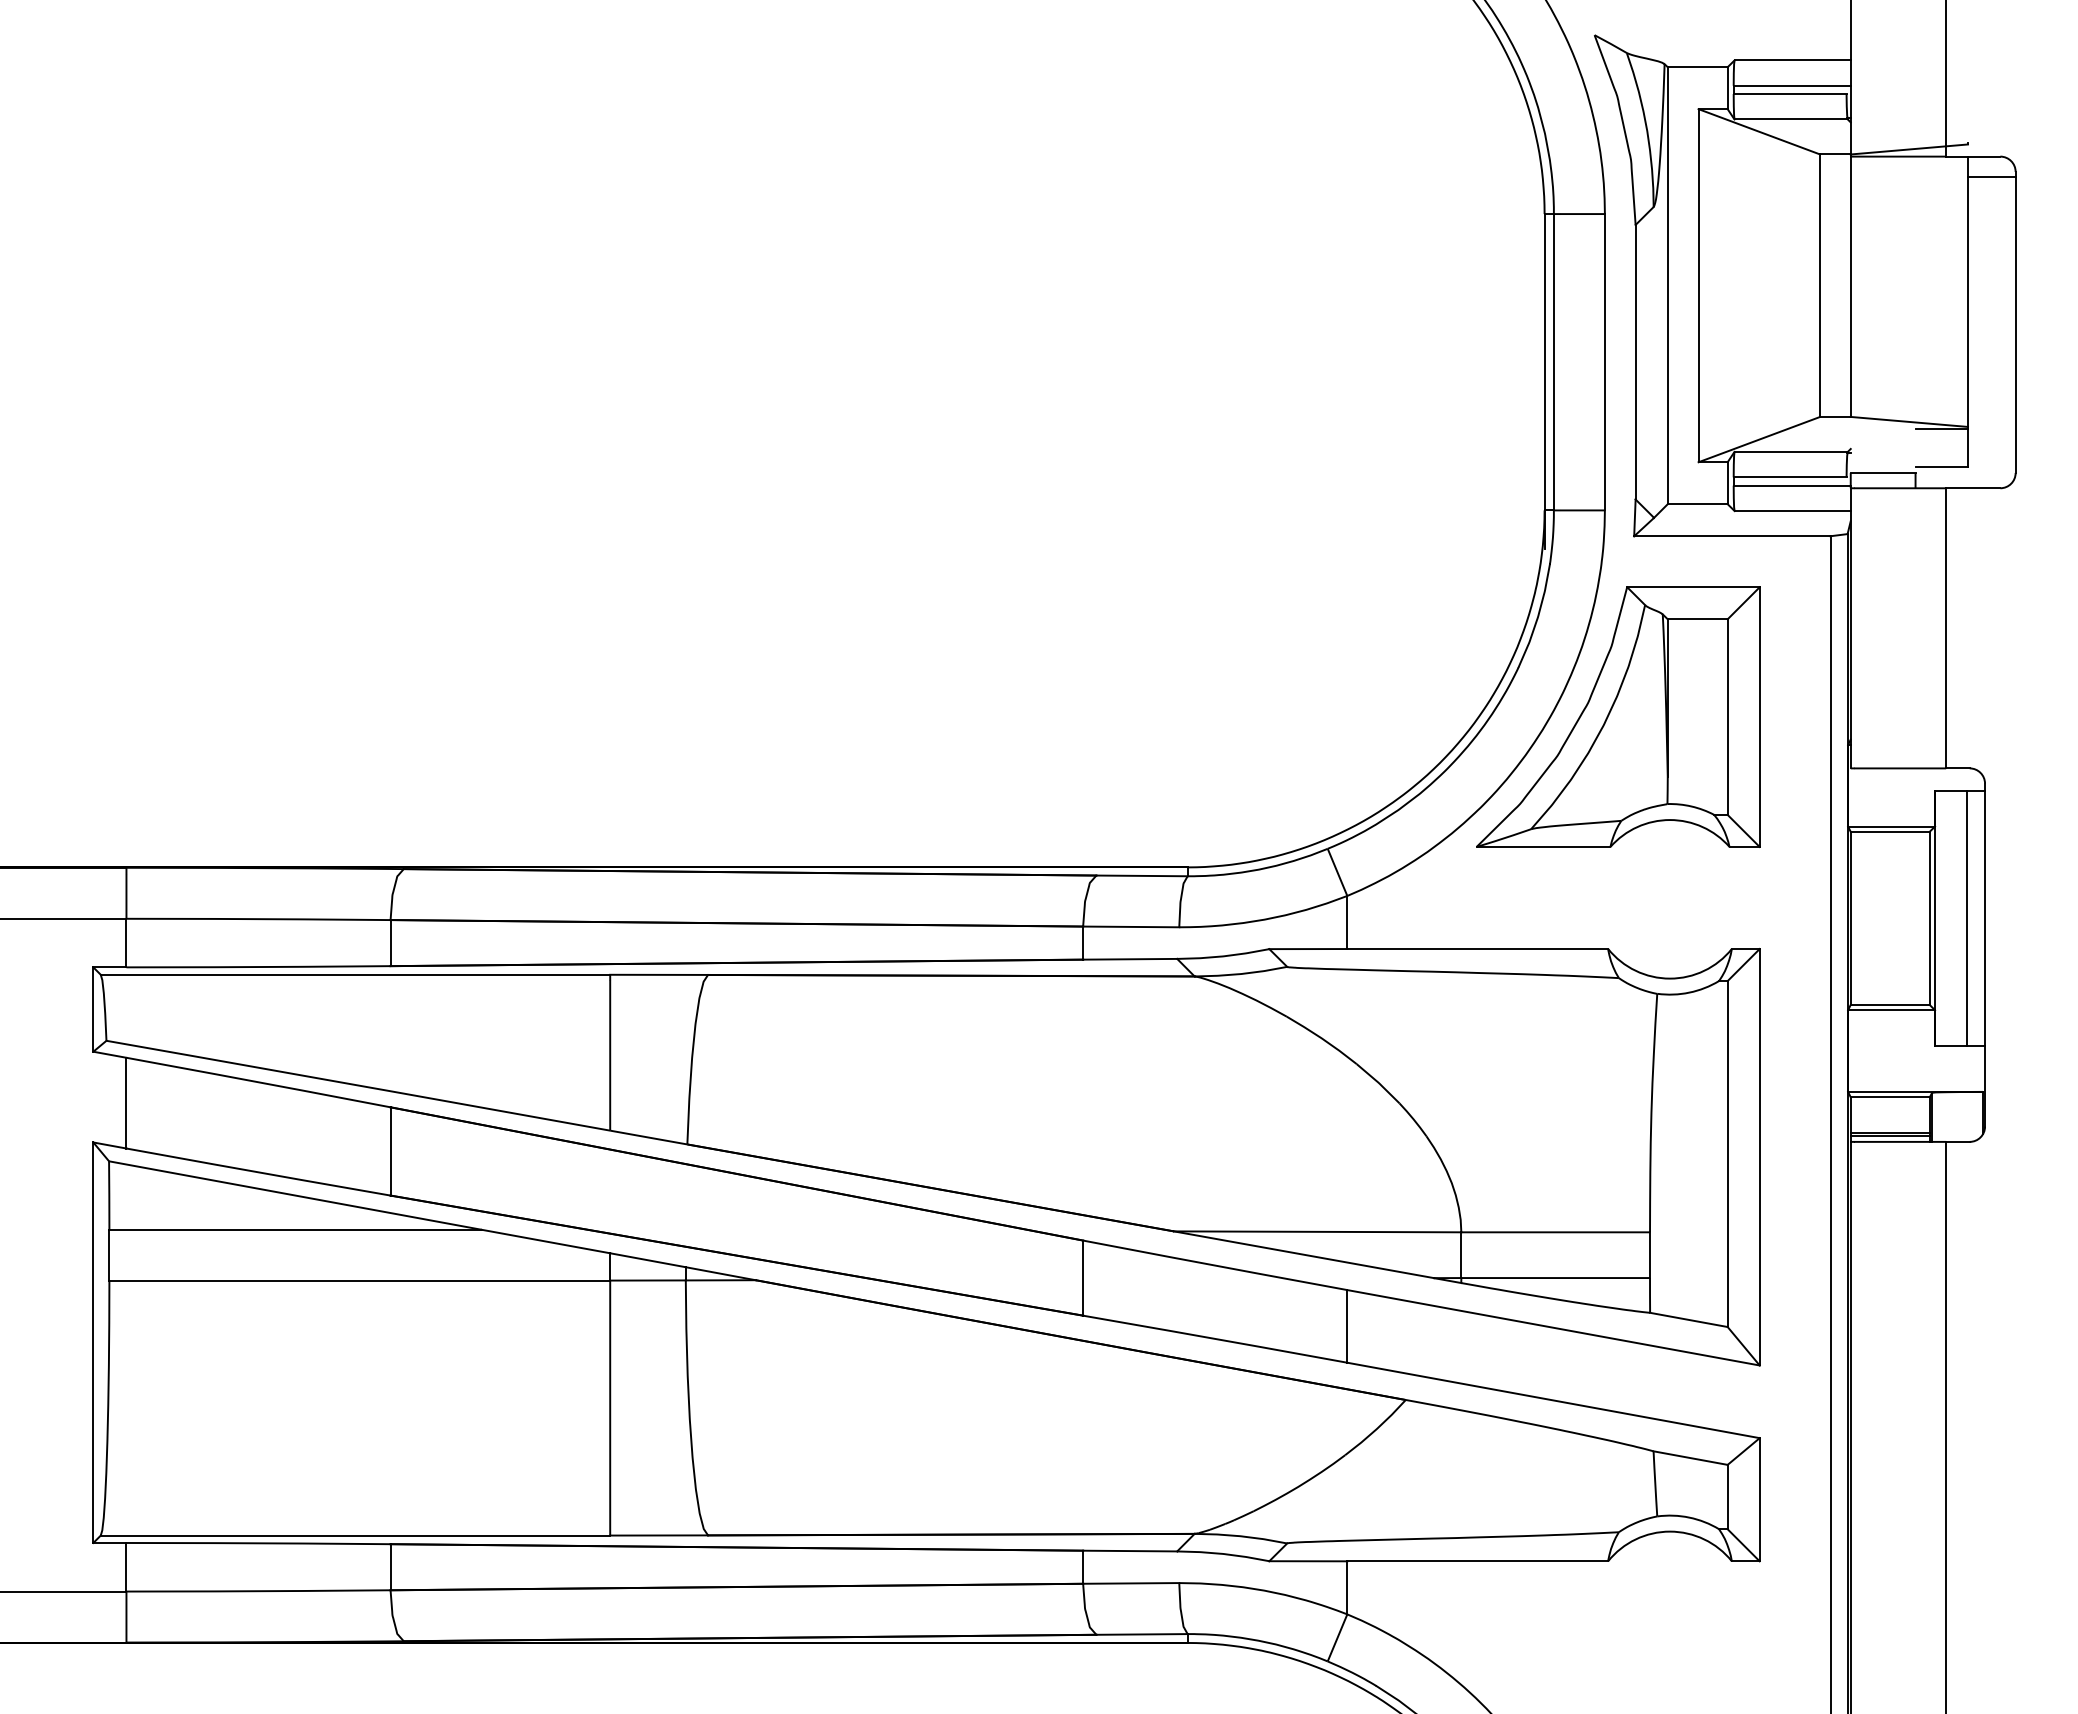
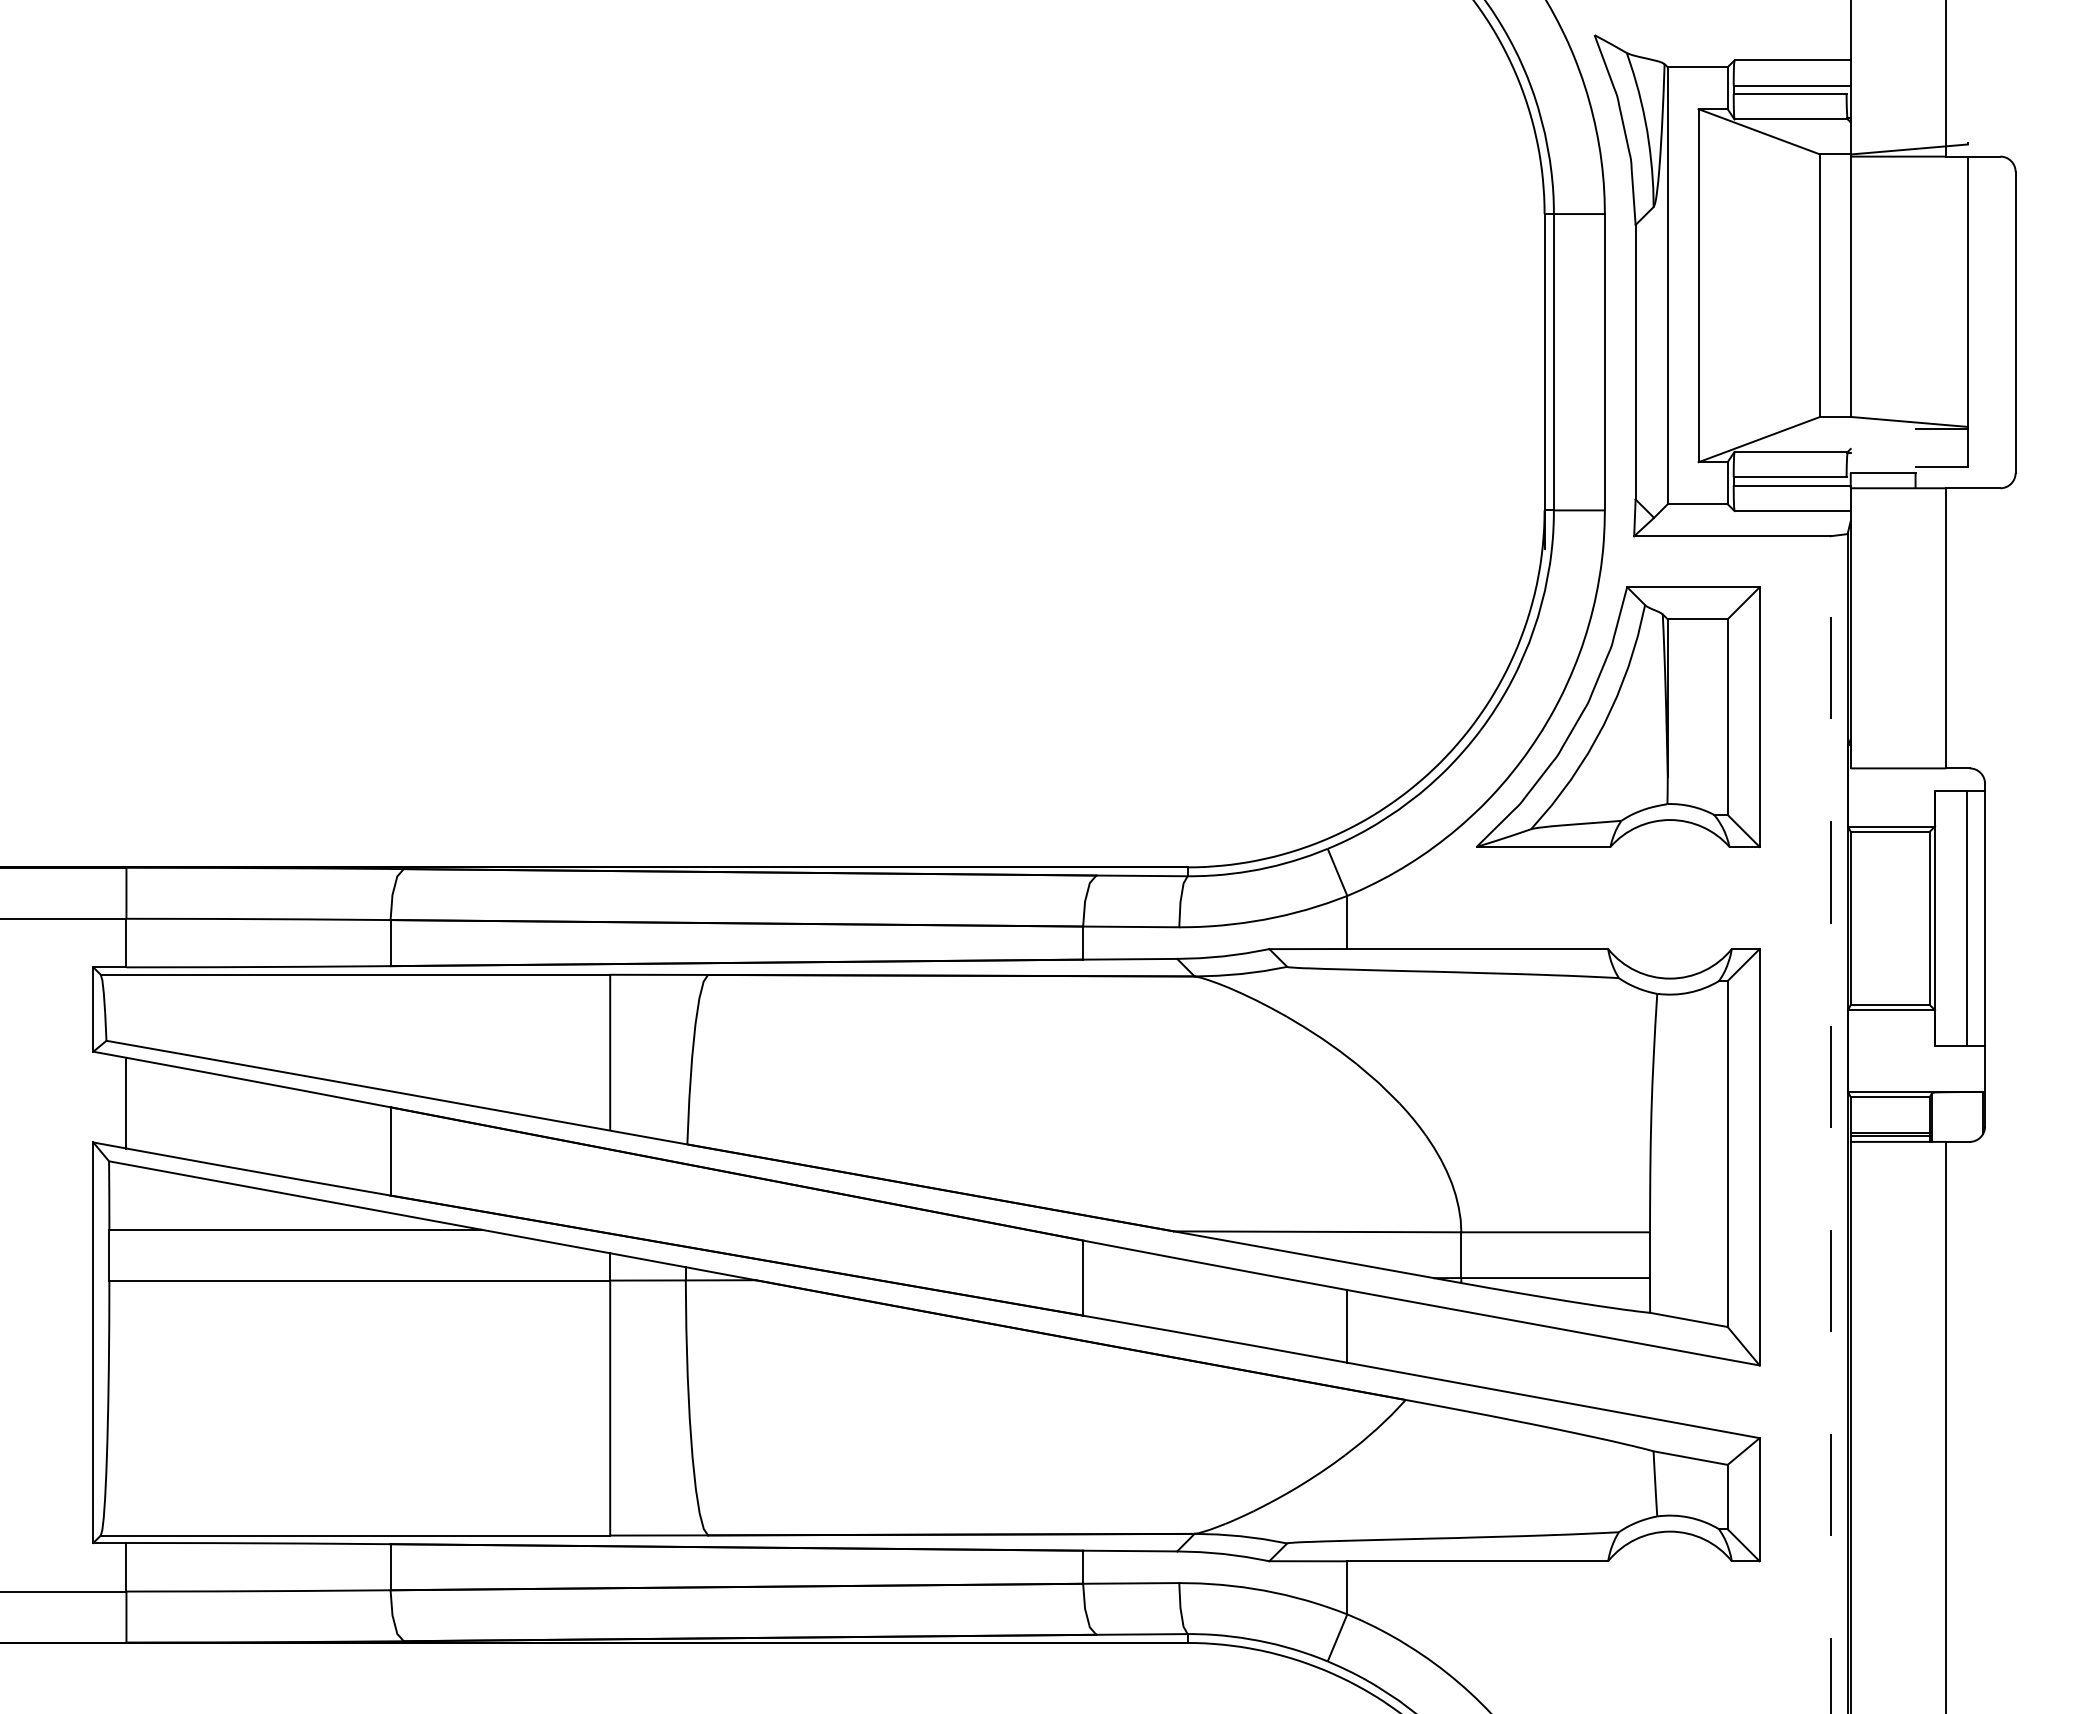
line at (1991, 177): present -> none
line at (1830, 1124): solid -> dashed
